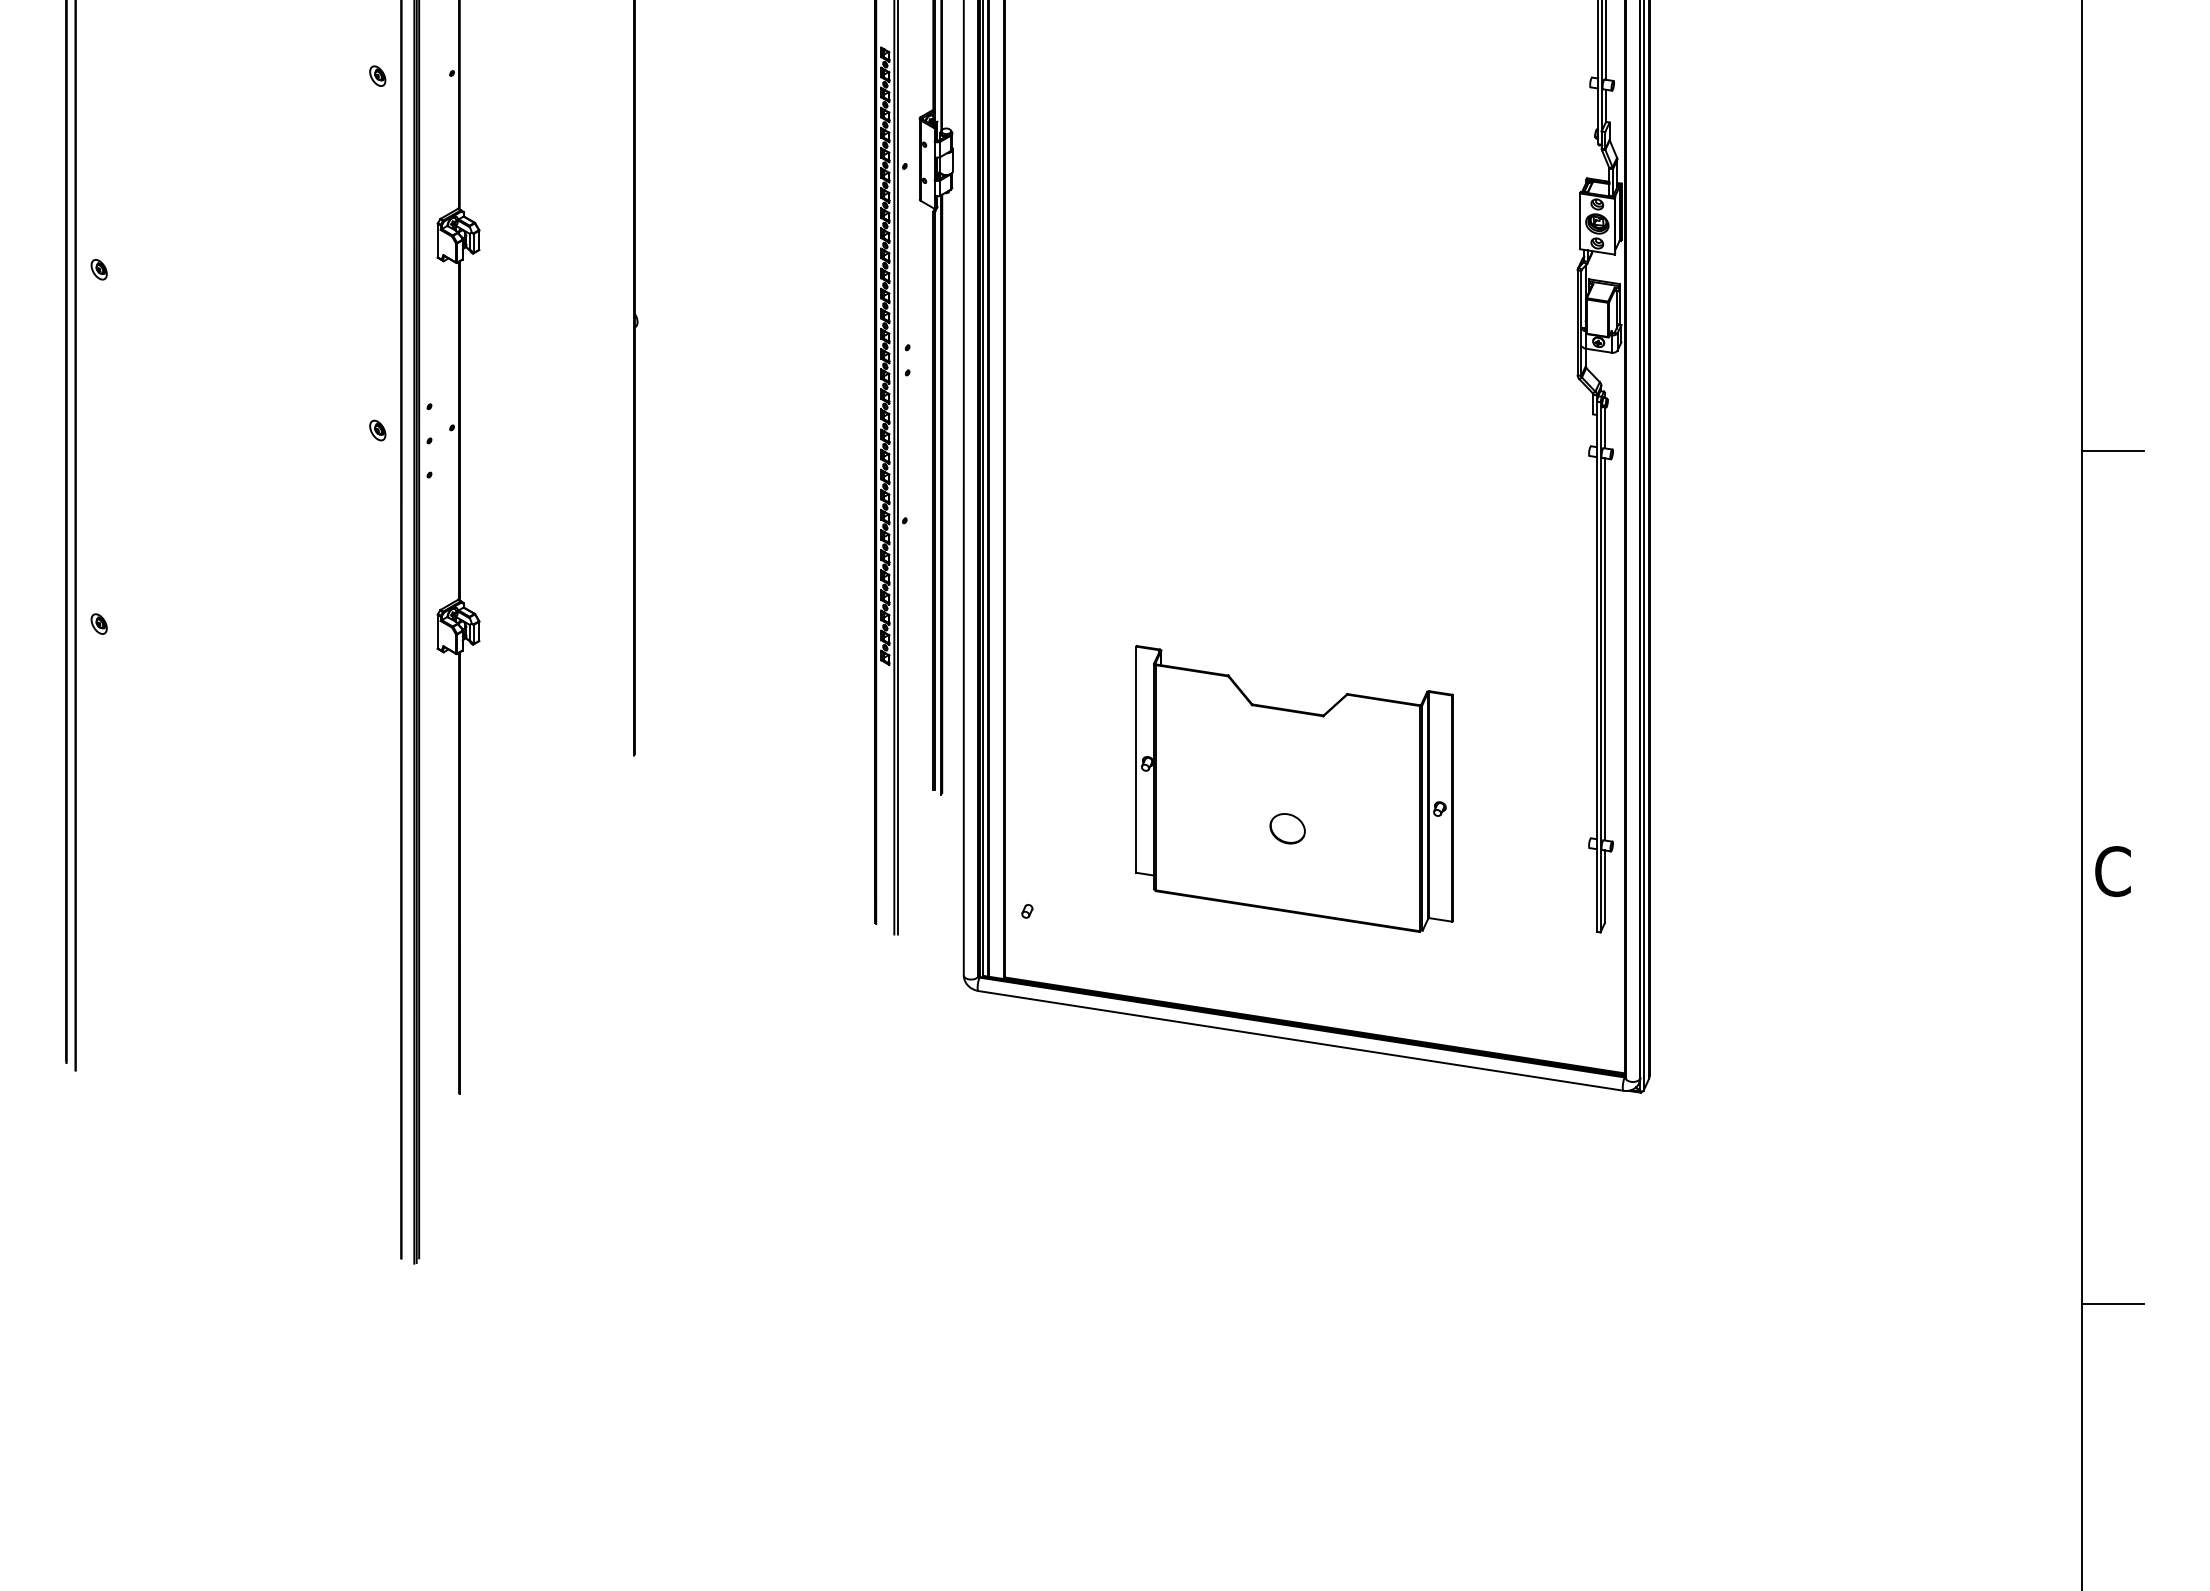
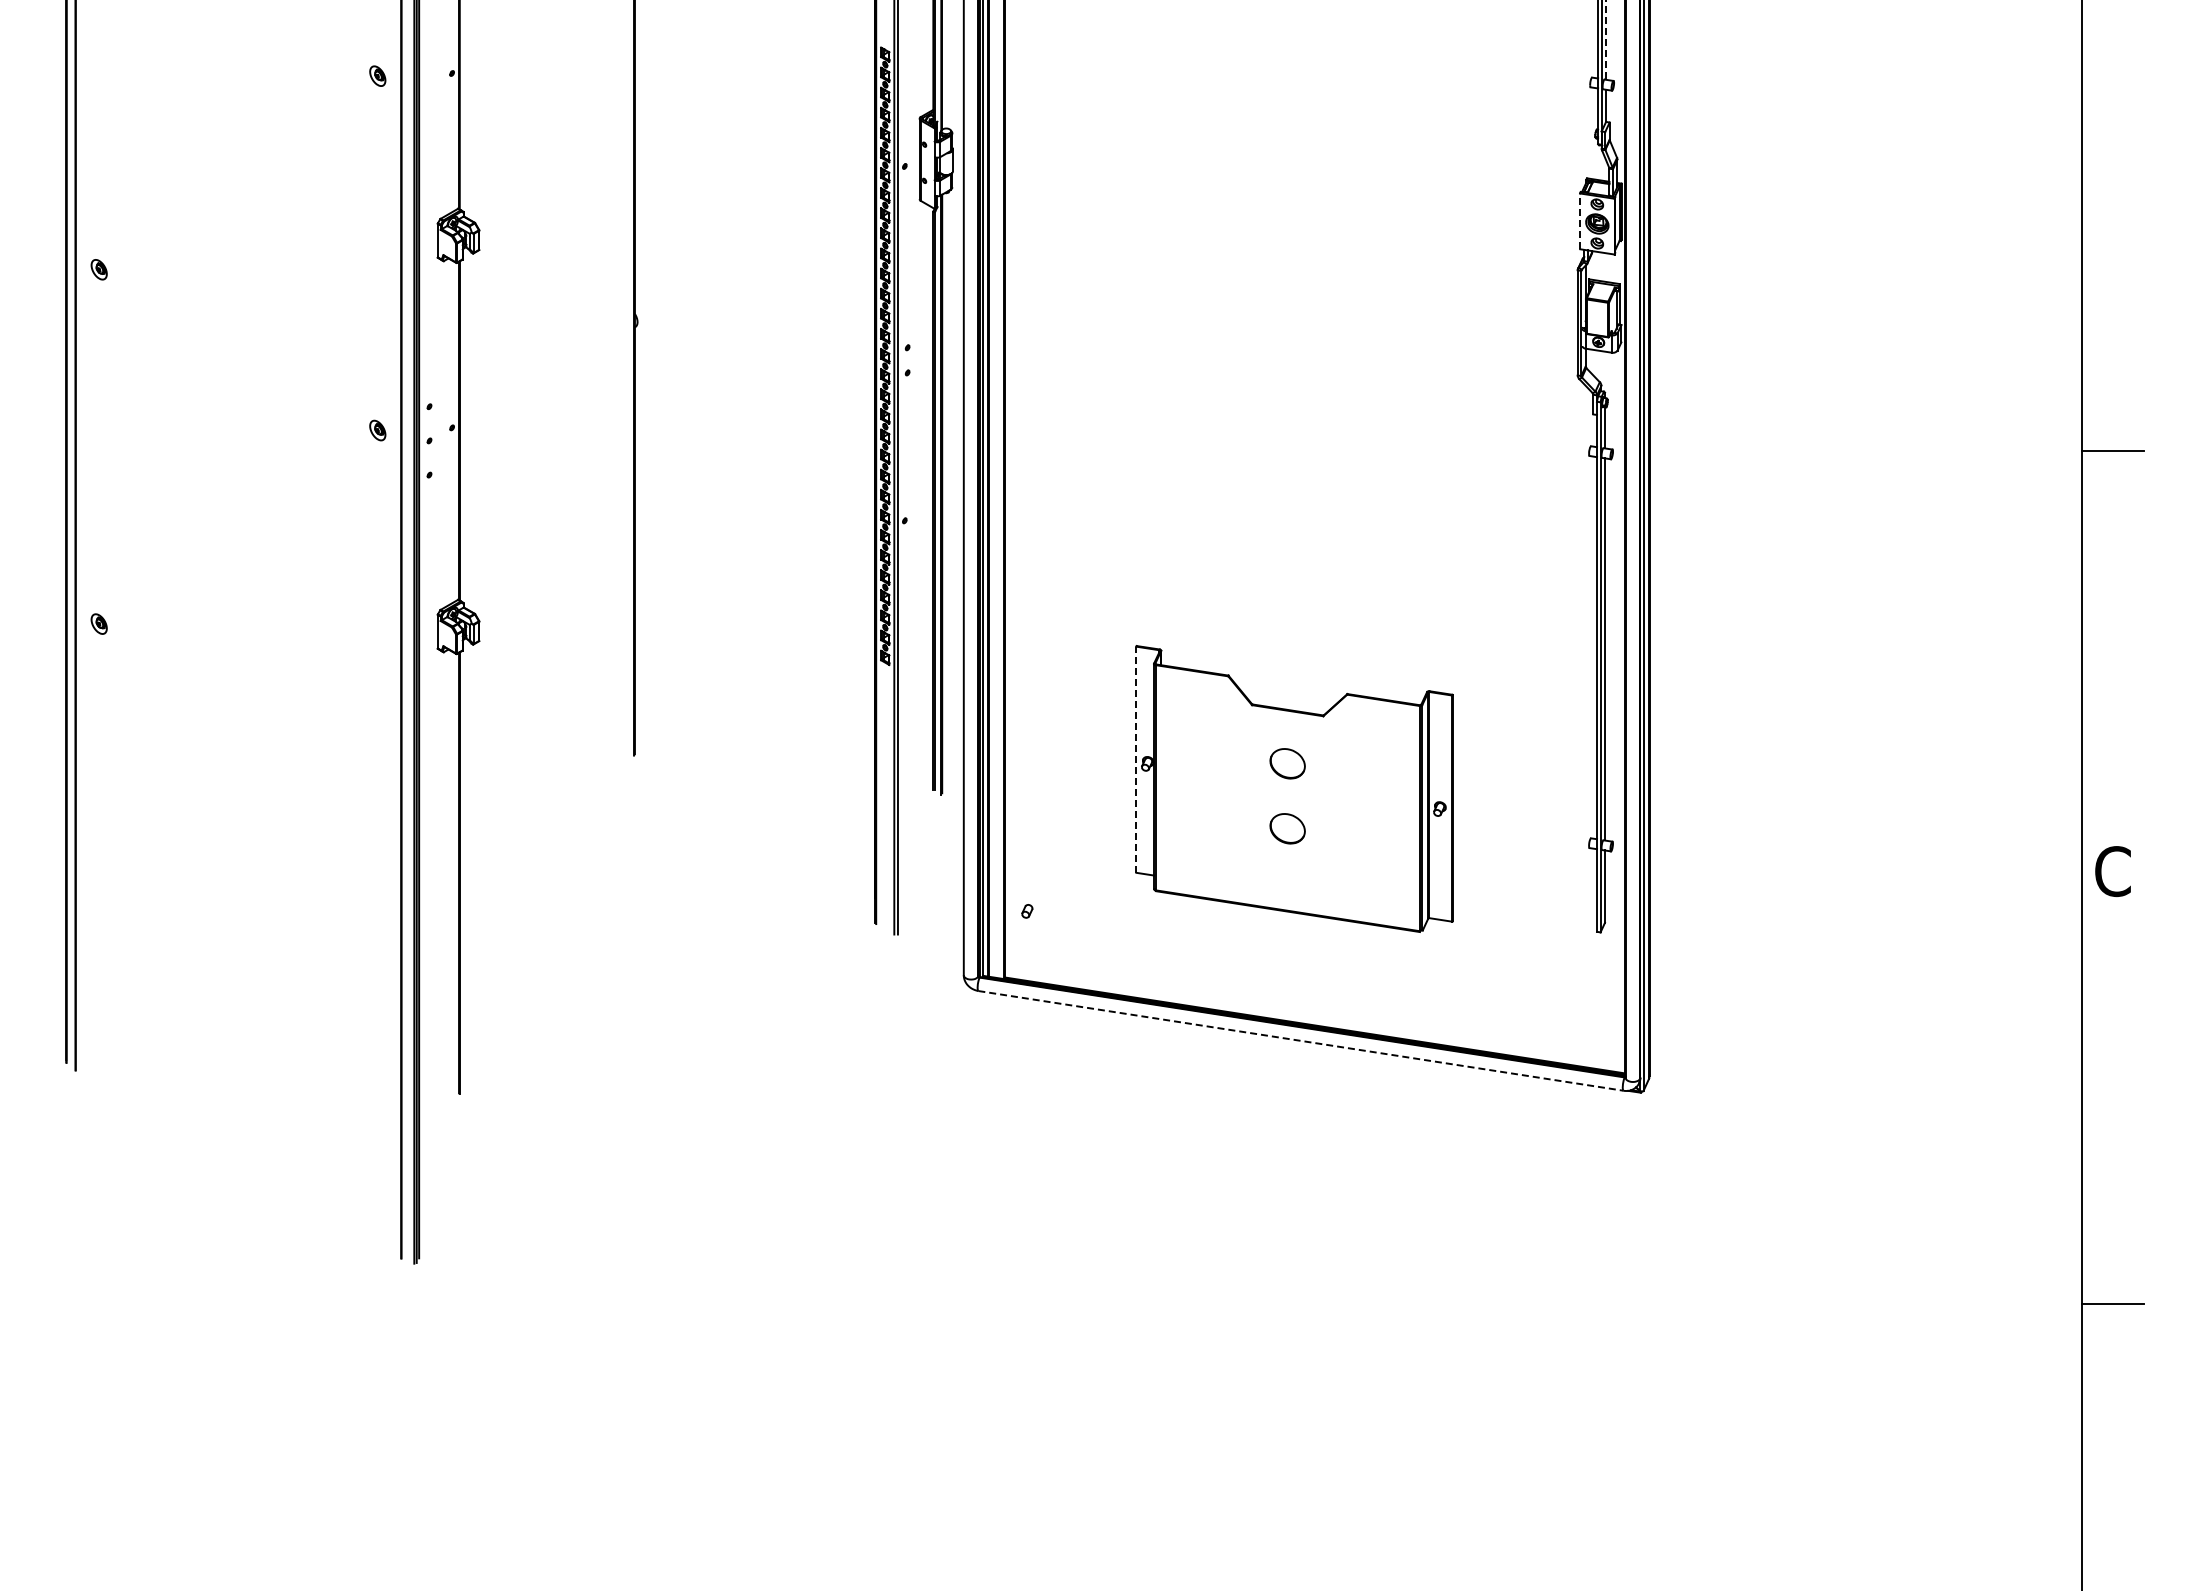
line at (1606, 40): solid -> dashed
line at (1580, 221): solid -> dashed
line at (1136, 759): solid -> dashed
part at (1287, 763): none -> present
line at (1301, 1040): solid -> dashed
